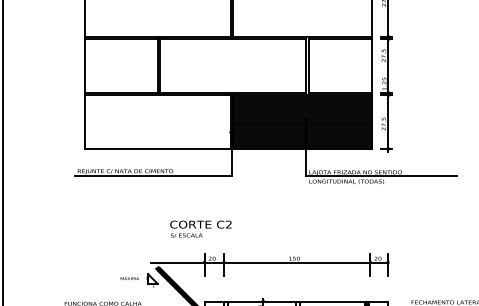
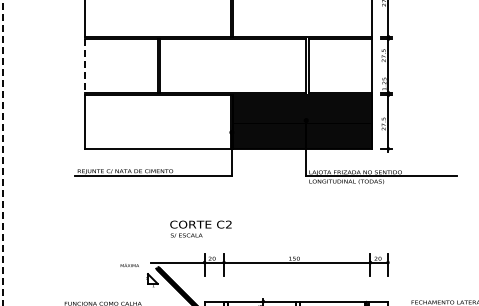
line at (84, 65): solid -> dashed
line at (3, 153): solid -> dashed
text at (129, 277) position: (129, 277) -> (129, 264)
